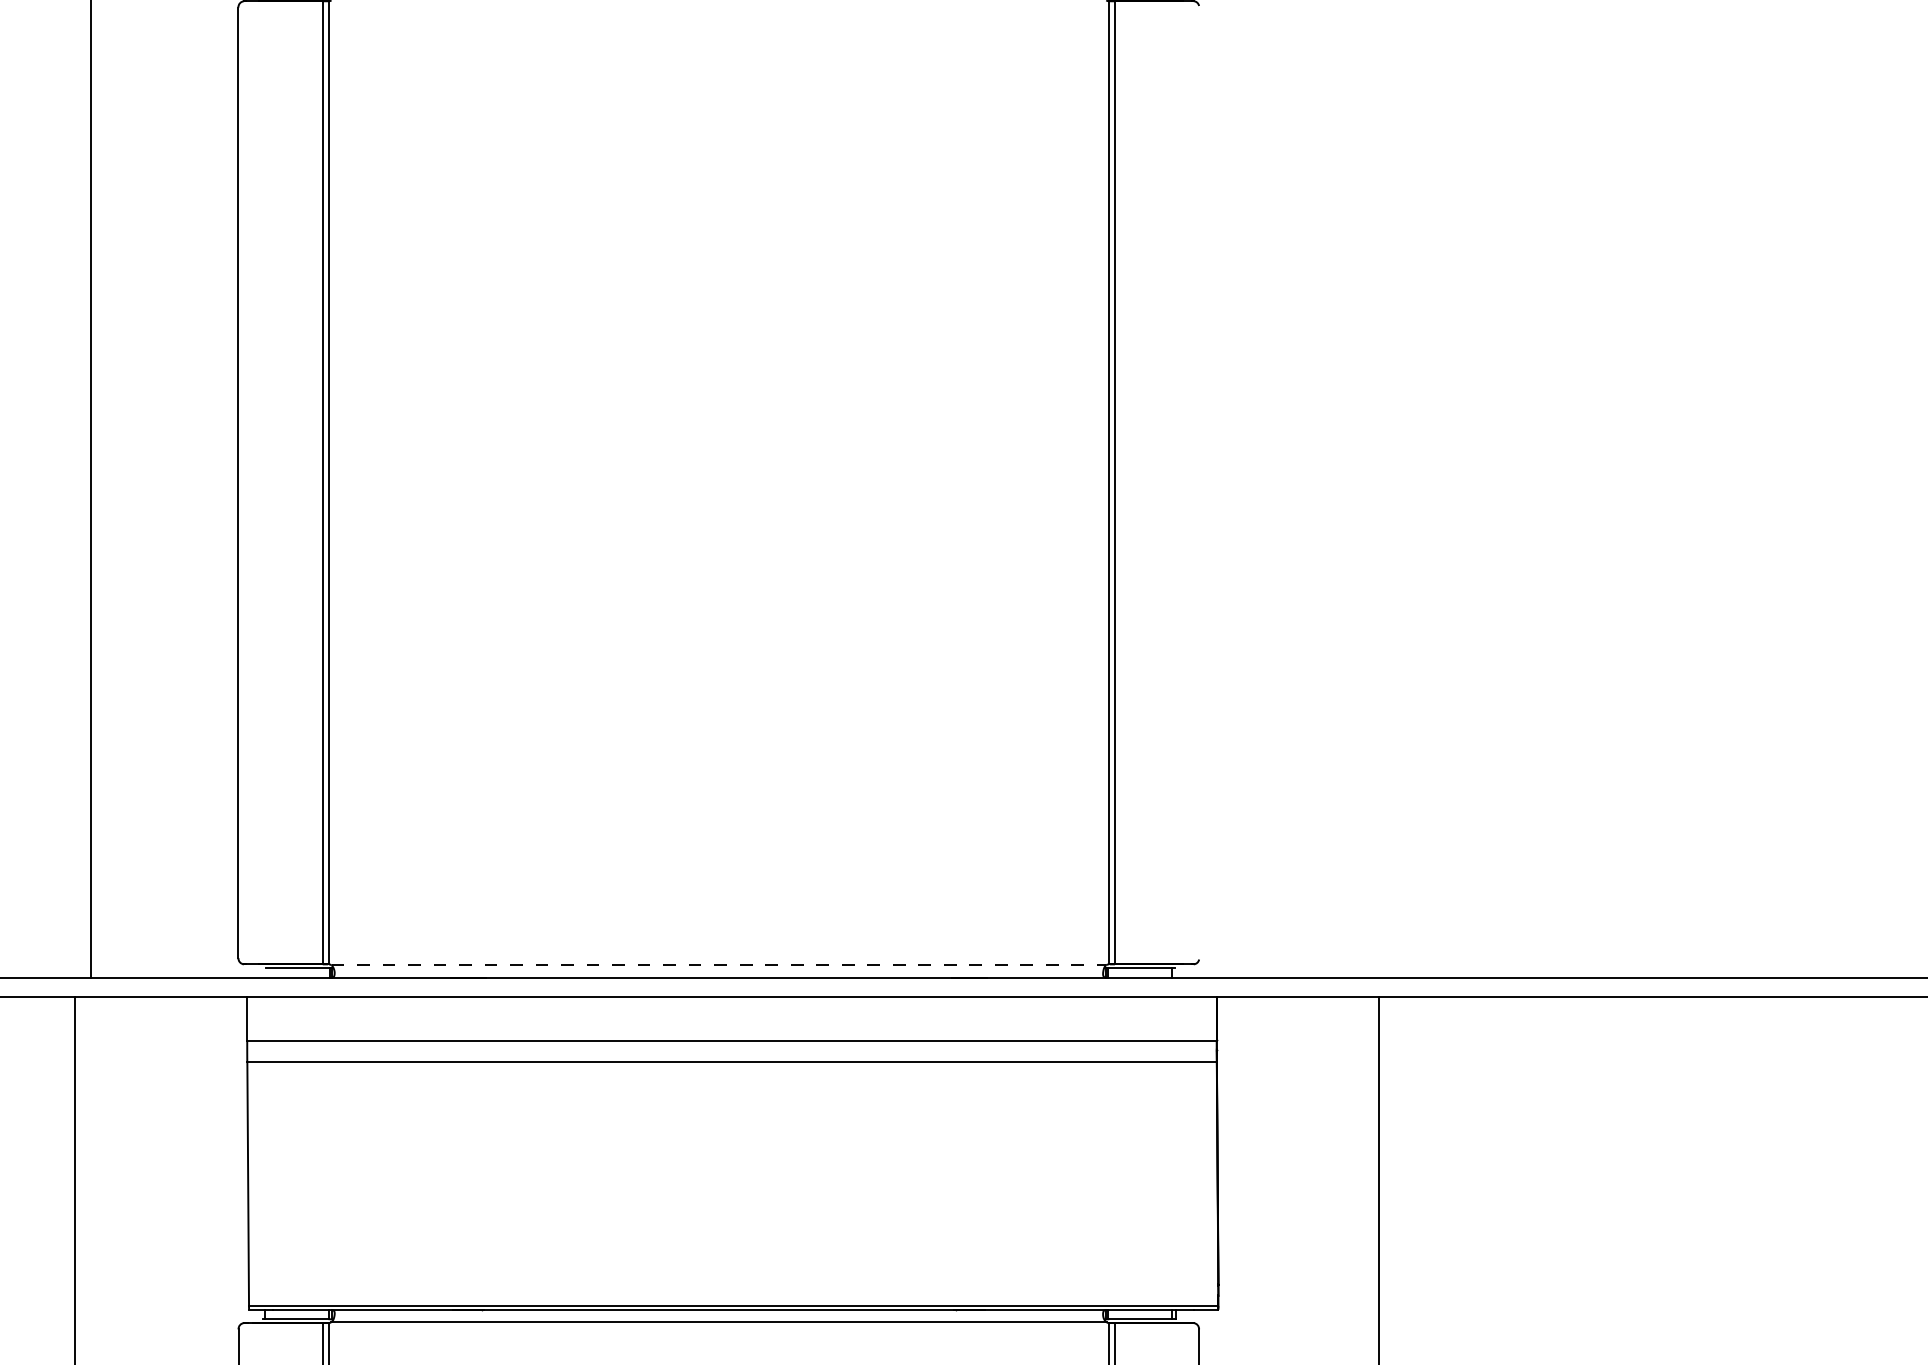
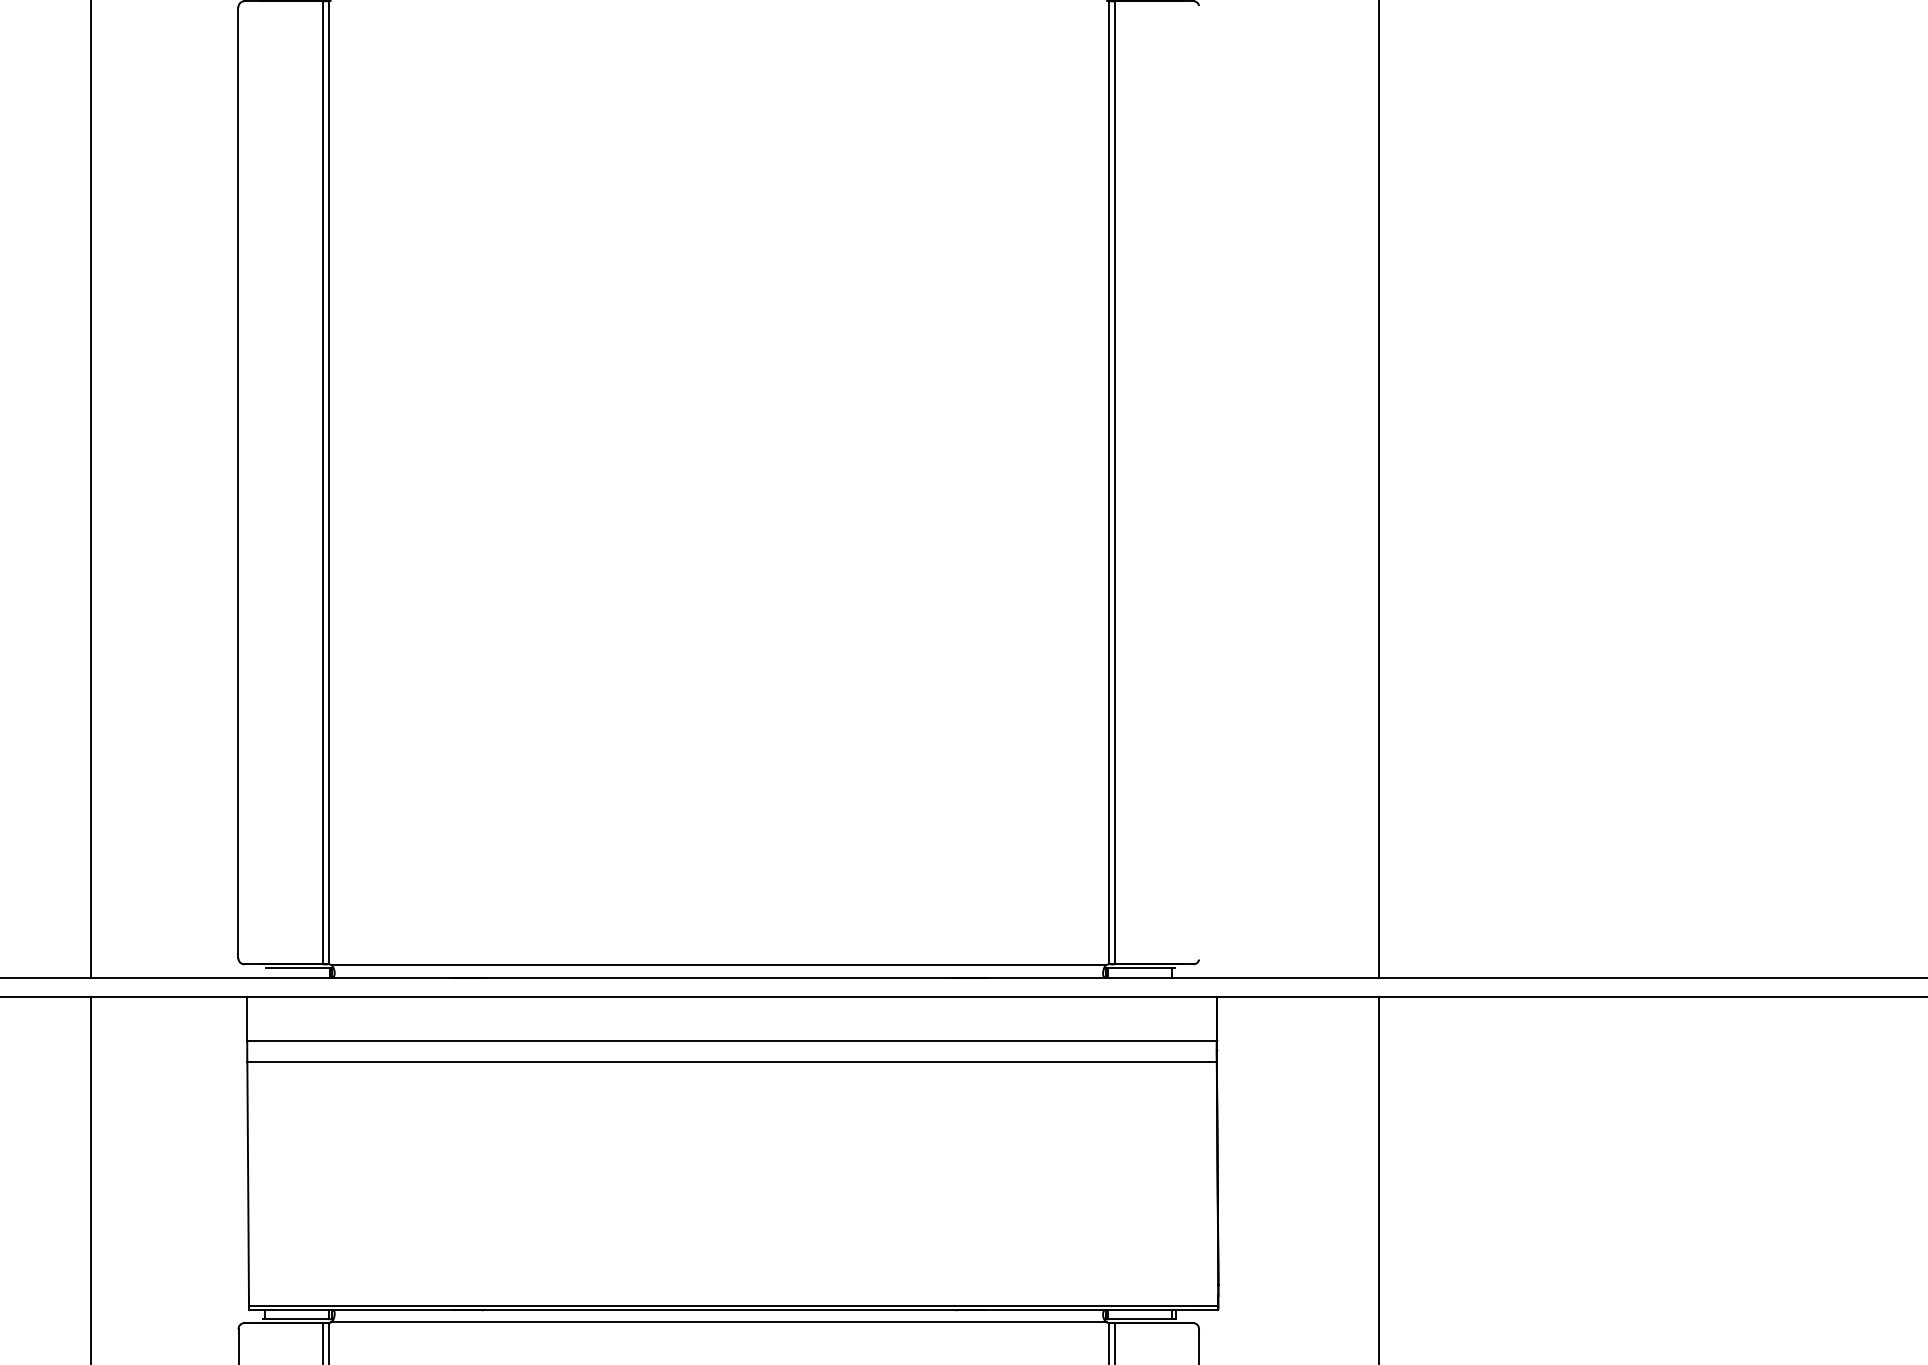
line at (1378, 489): none -> present
line at (719, 965): dashed -> solid
line at (74, 1179) position: (74, 1179) -> (90, 1179)
